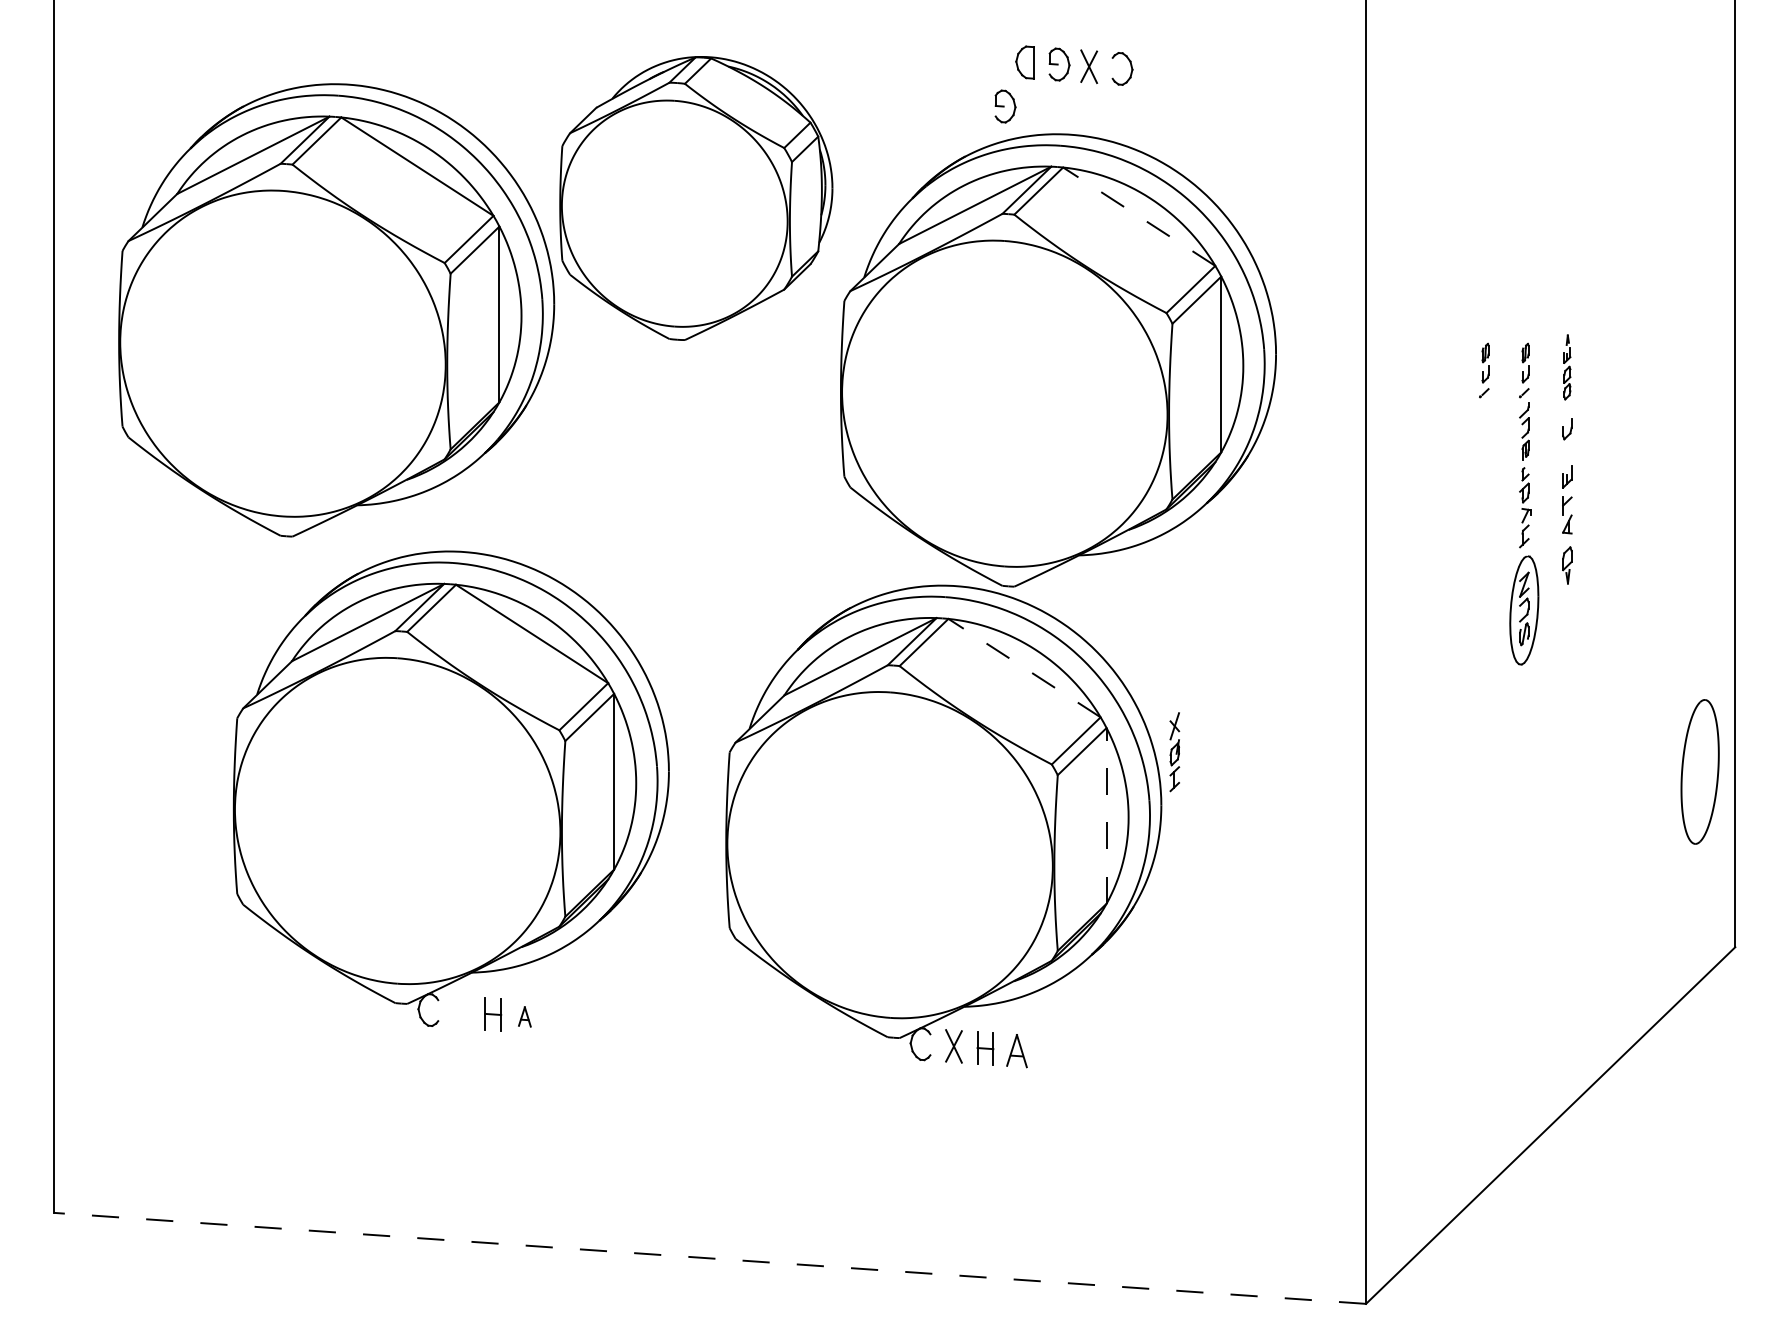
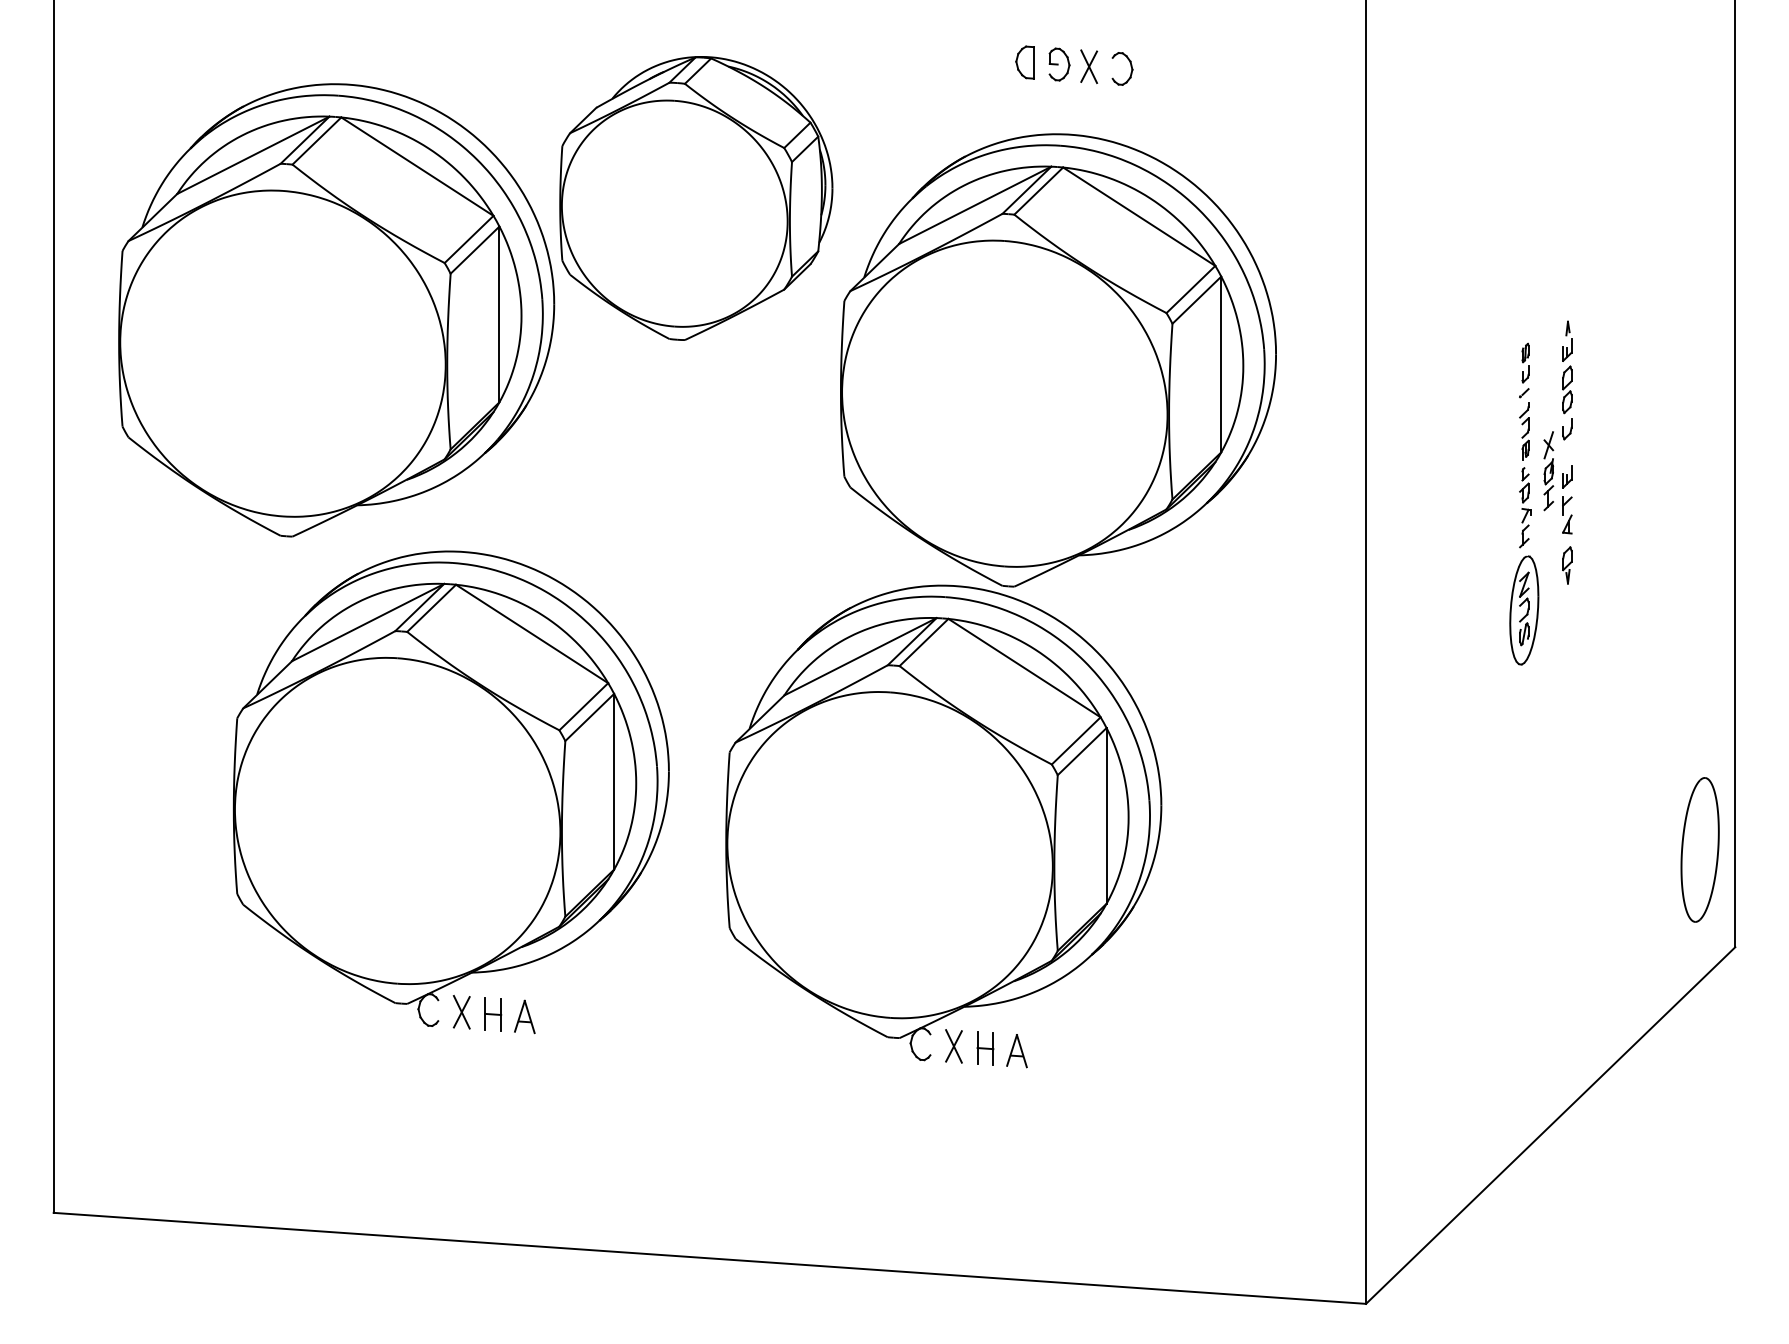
part at (1005, 106): present -> none
line at (1139, 216): dashed -> solid
part at (1567, 367) size: 9x67 px -> 11x95 px
part at (1484, 370): present -> none
line at (1024, 668): dashed -> solid
part at (1174, 752) position: (1174, 752) -> (1548, 471)
part at (1699, 771) position: (1699, 771) -> (1699, 849)
line at (1106, 815): dashed -> solid
part at (461, 1012): none -> present
part at (524, 1016) size: 14x22 px -> 22x36 px
line at (709, 1258): dashed -> solid
